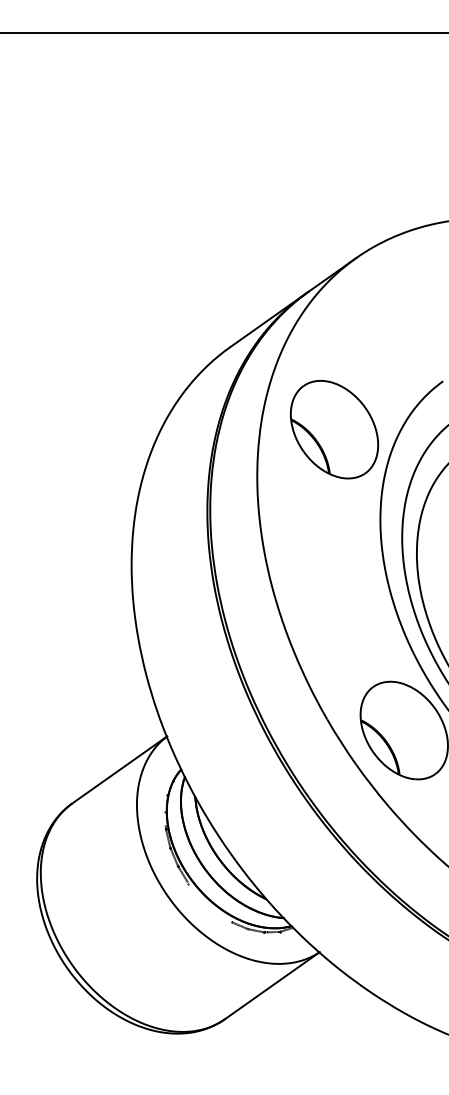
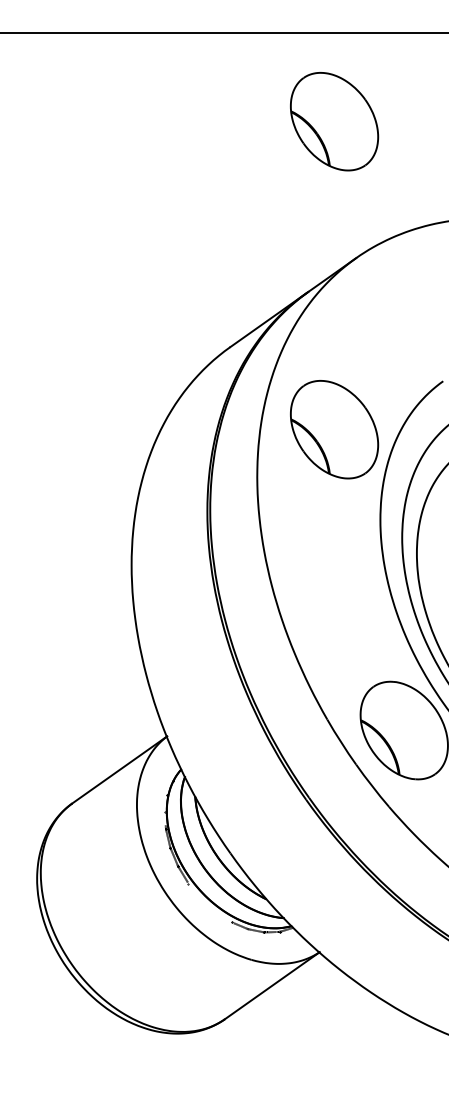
part at (334, 121): none -> present
